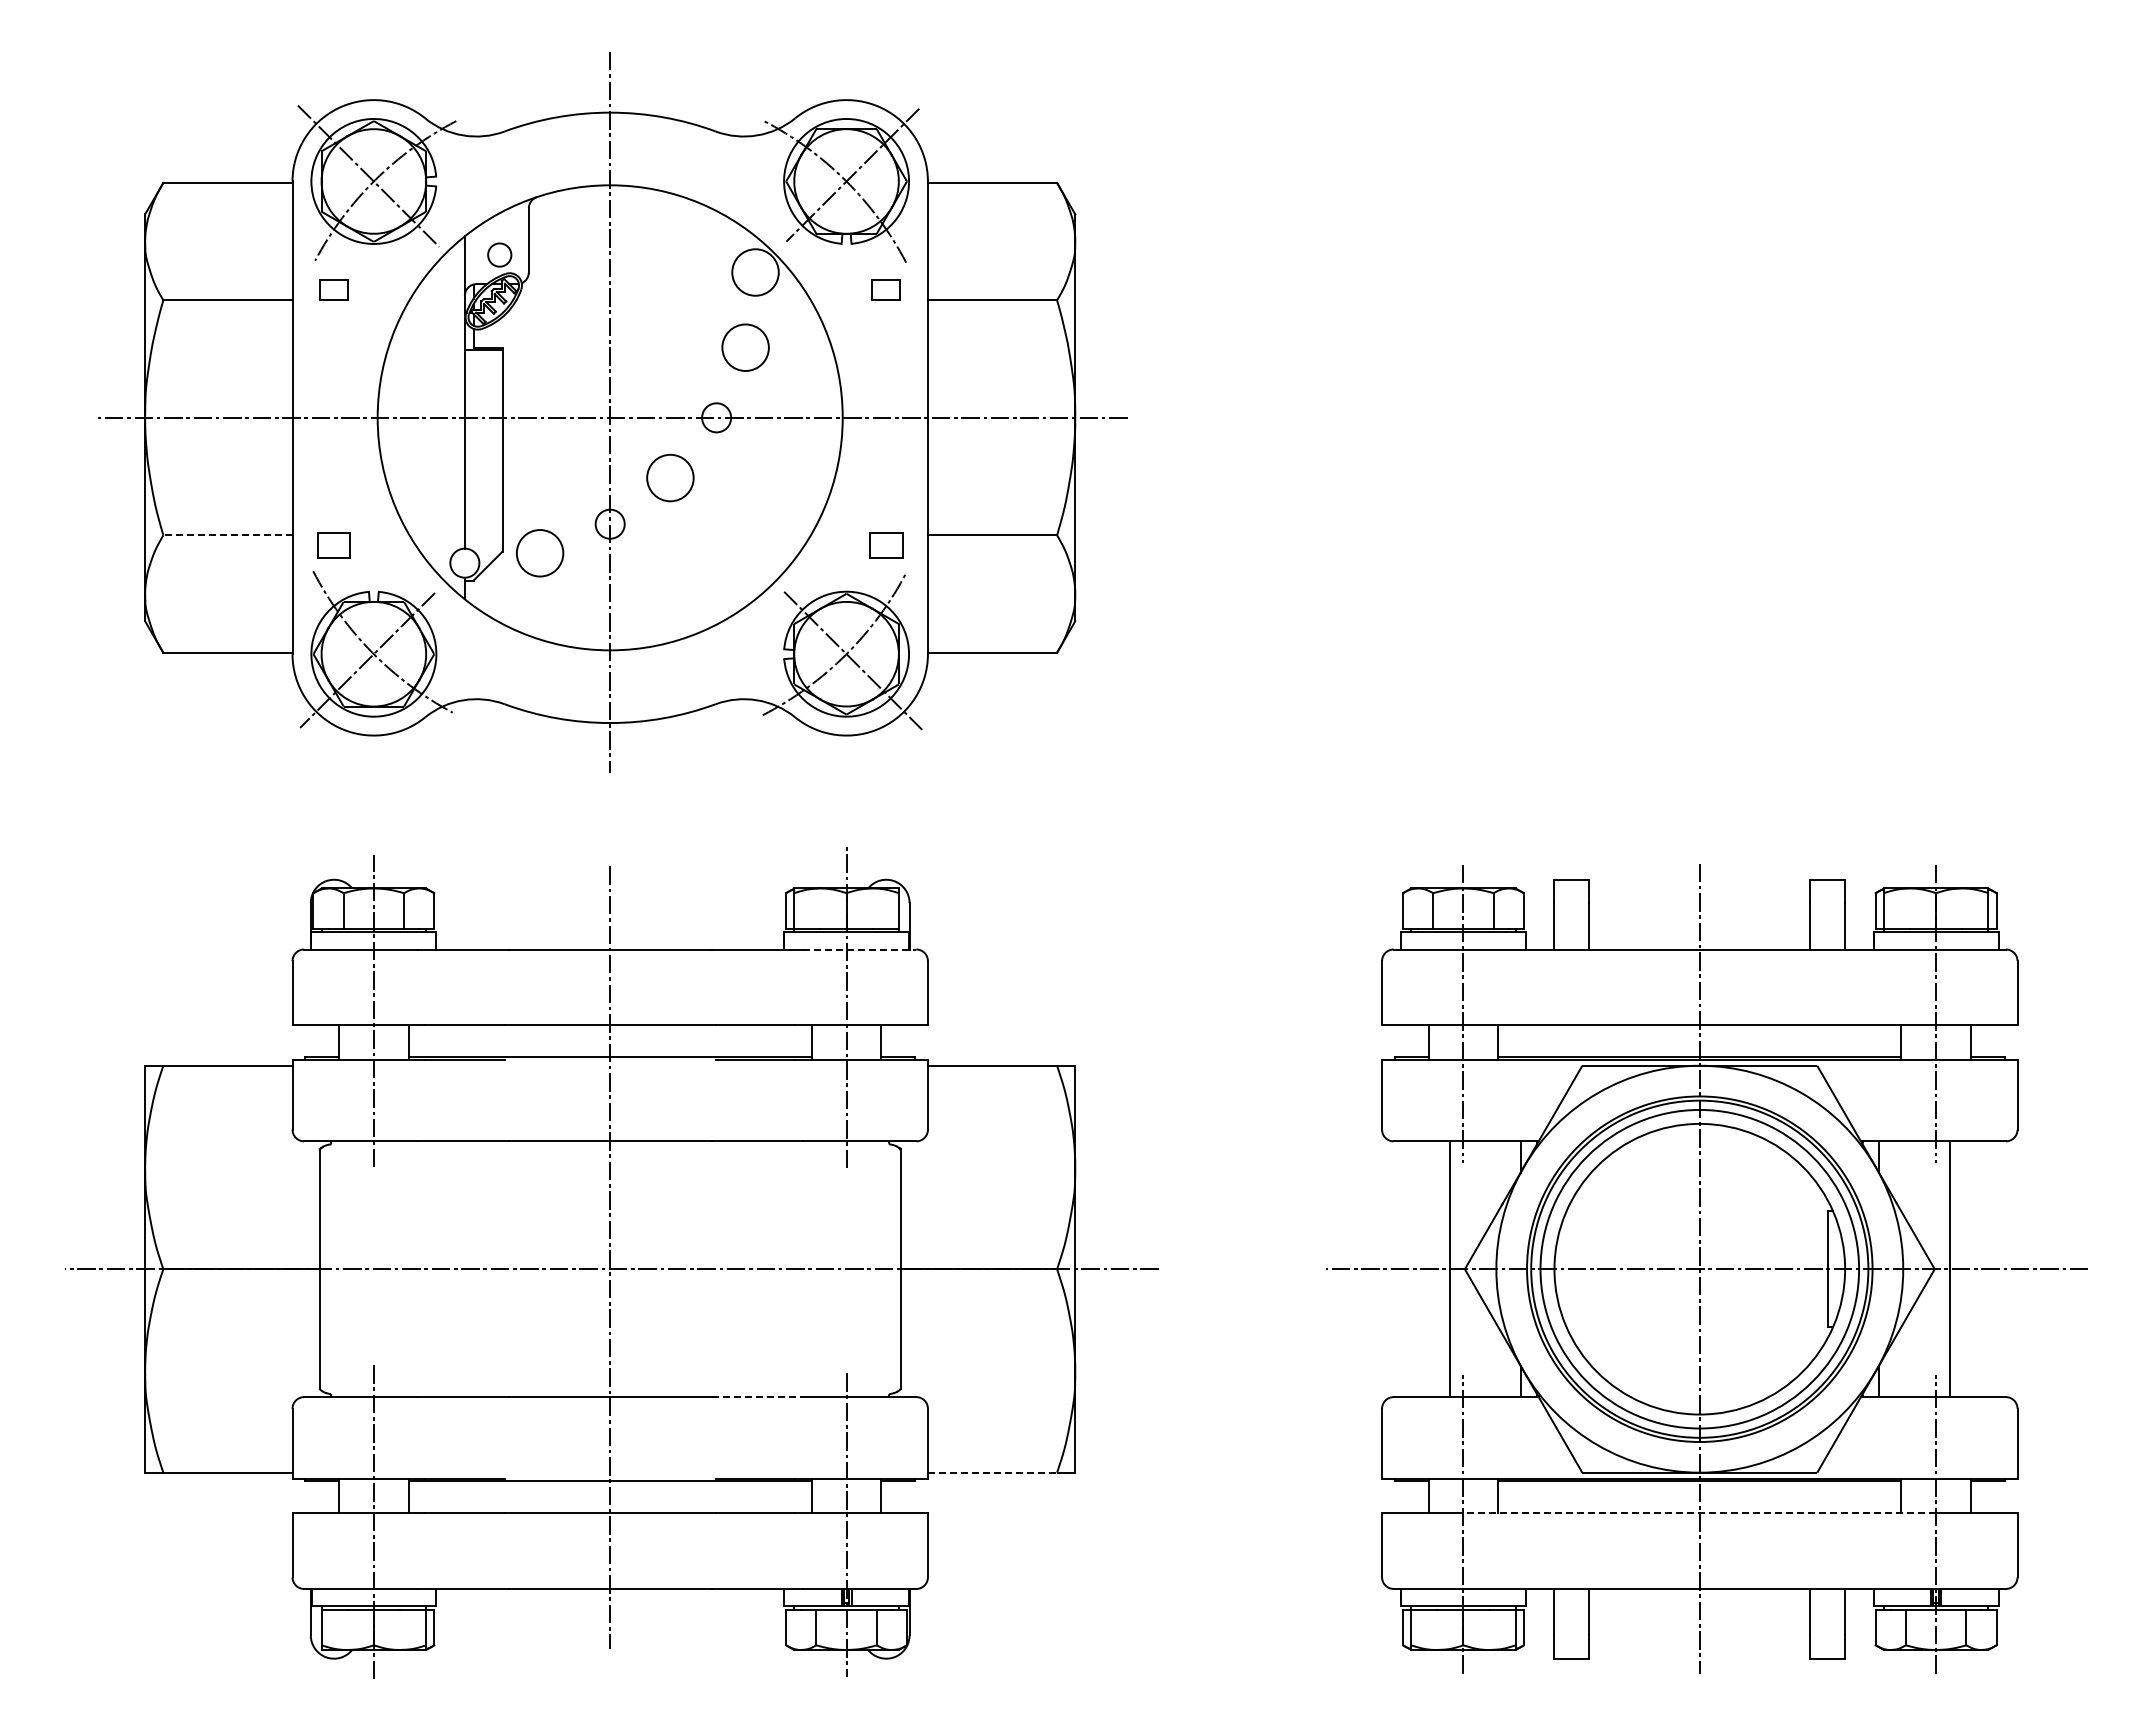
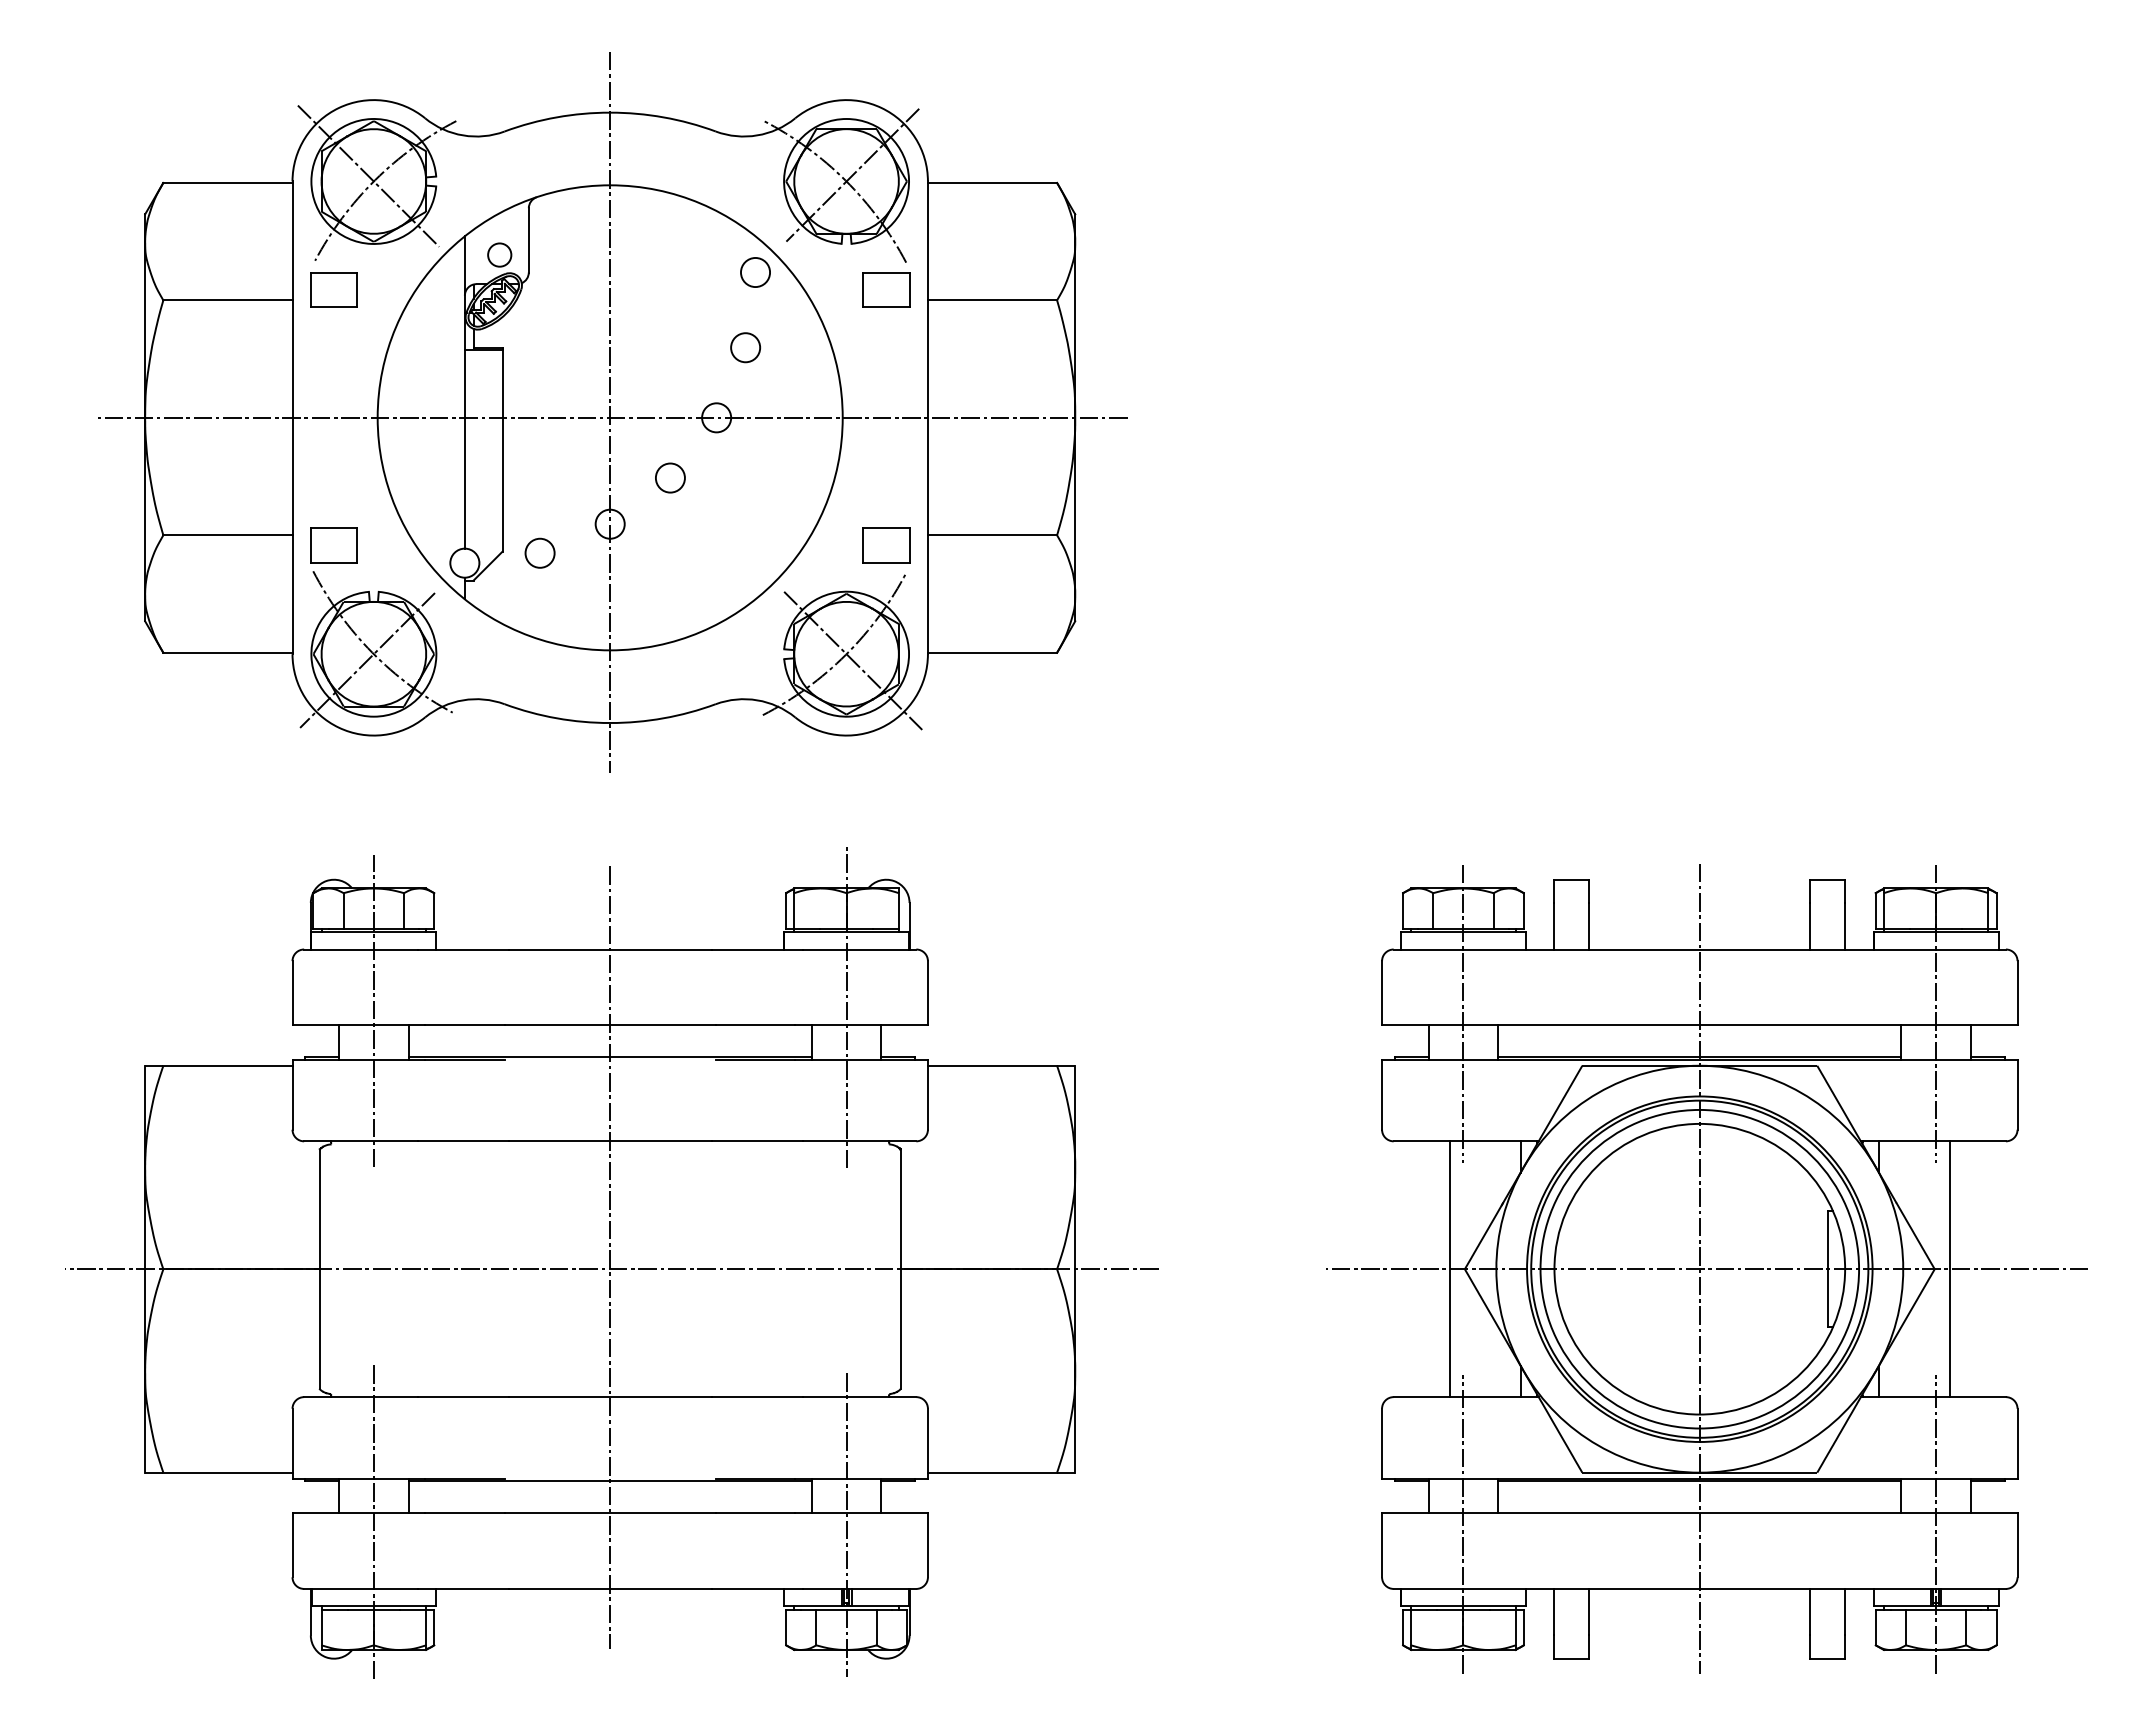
circle at (755, 272) diameter: 47 px -> 29 px
part at (333, 289) size: 30x22 px -> 48x36 px
part at (885, 289) size: 30x22 px -> 49x36 px
circle at (745, 347) diameter: 47 px -> 29 px
circle at (670, 477) diameter: 47 px -> 29 px
line at (227, 535): dashed -> solid
part at (333, 545) size: 34x27 px -> 48x37 px
part at (886, 545) size: 35x27 px -> 49x37 px
circle at (539, 553) diameter: 47 px -> 29 px
line at (859, 949): dashed -> solid
line at (757, 1397): dashed -> solid
line at (992, 1472): dashed -> solid
line at (1699, 1513): dashed -> solid
